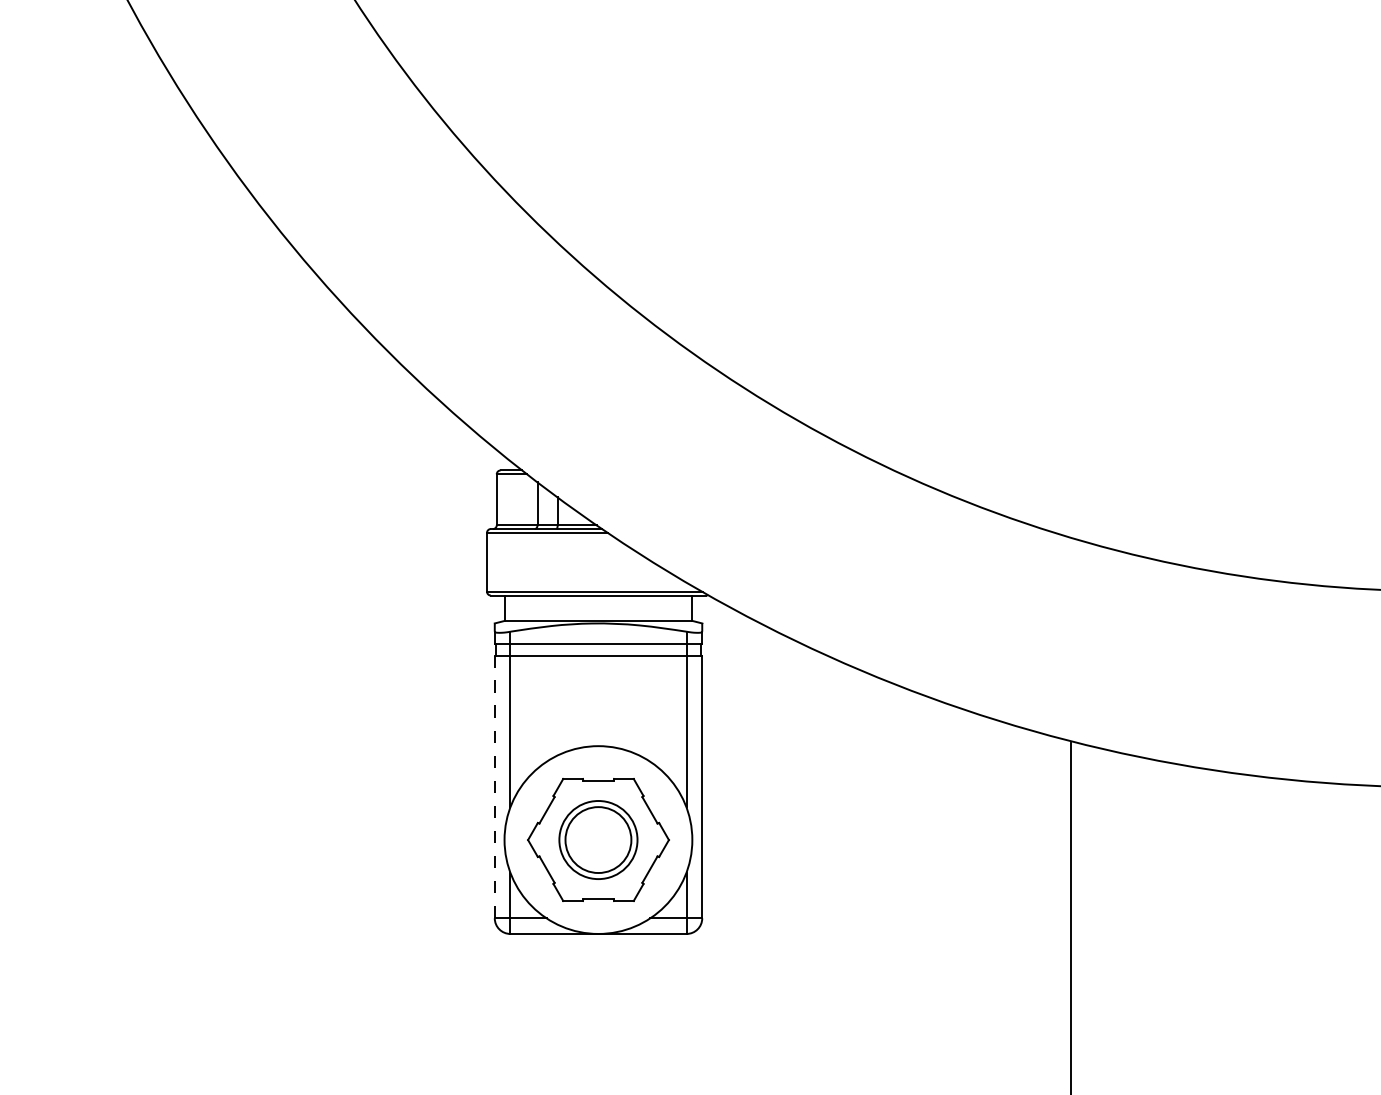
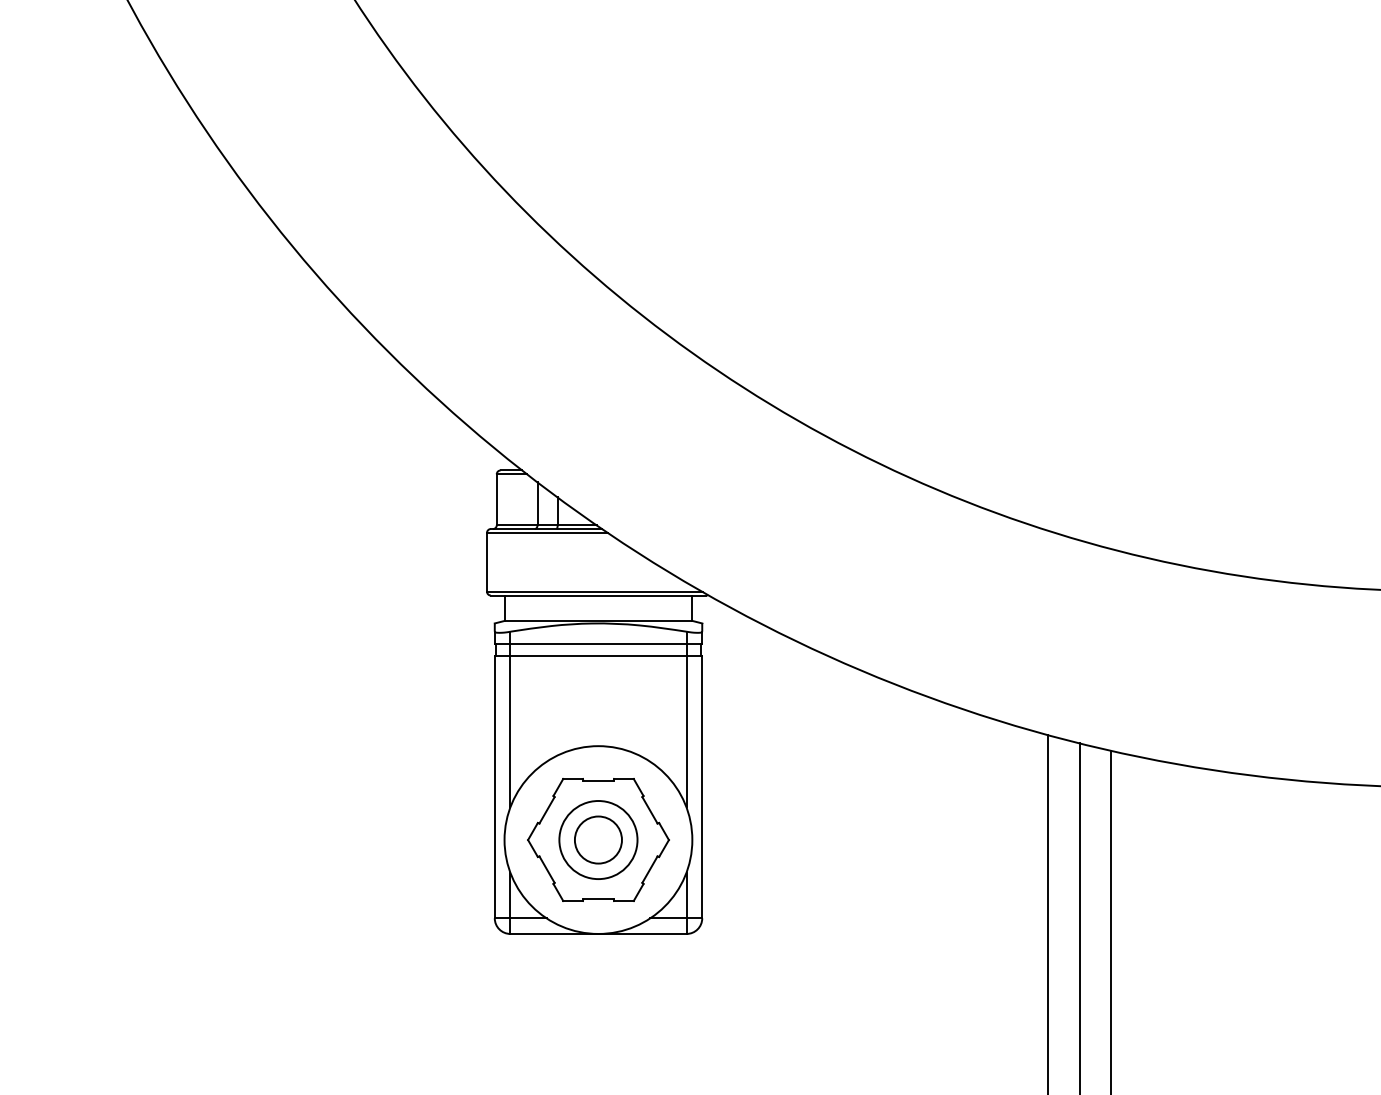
line at (494, 786): dashed -> solid
circle at (598, 840) diameter: 66 px -> 47 px
line at (1048, 912): none -> present
line at (1070, 917) position: (1070, 917) -> (1079, 917)
line at (1111, 920): none -> present
